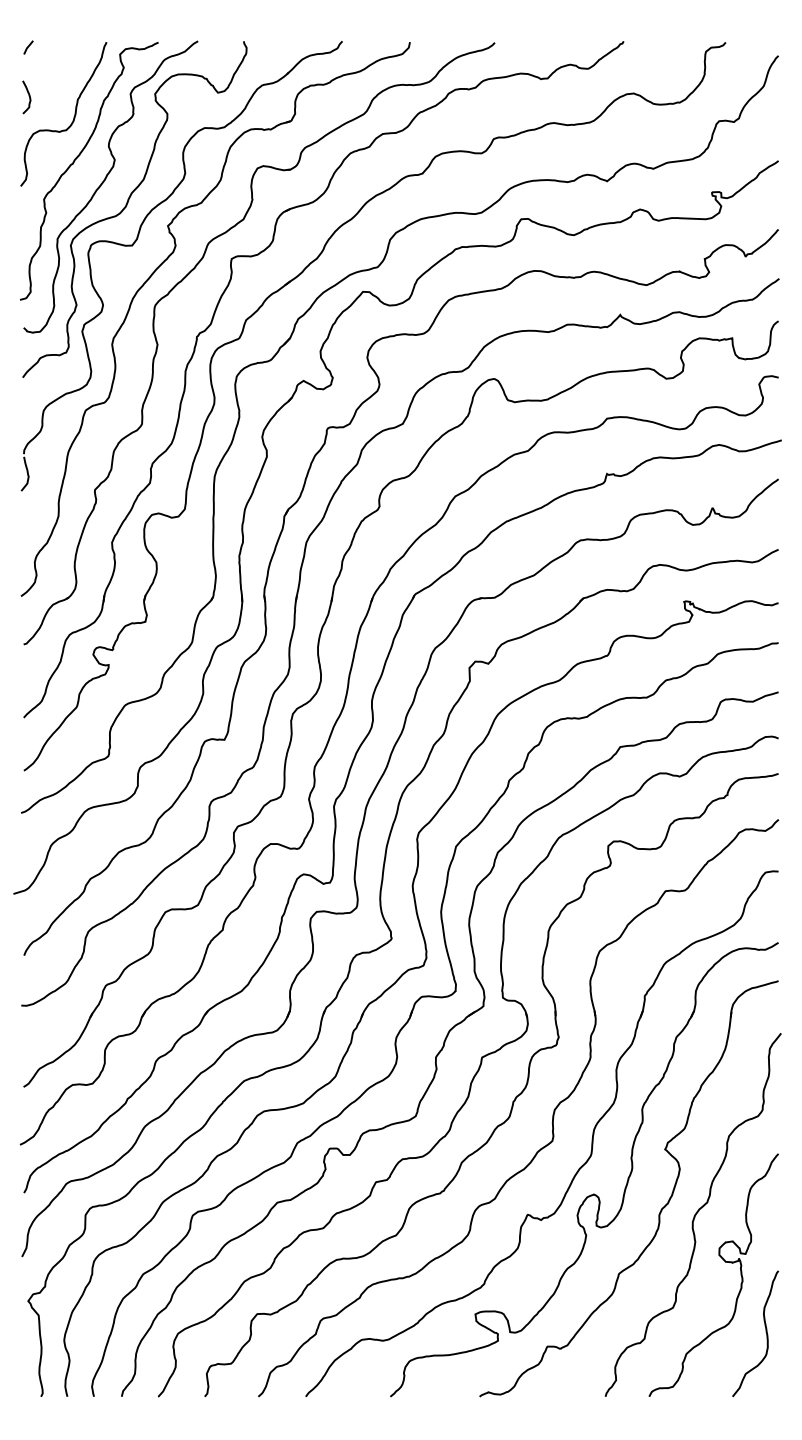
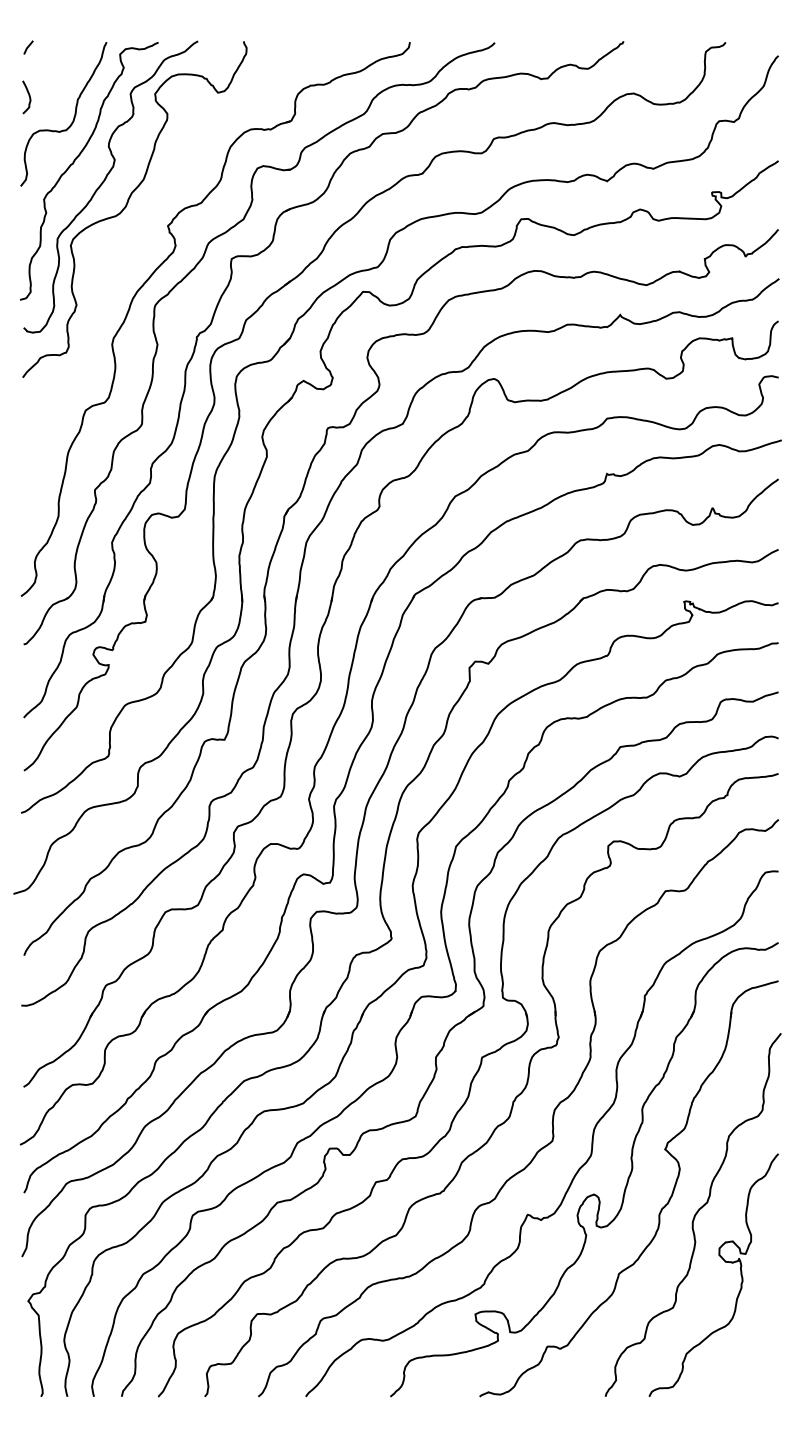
part at (137, 240): present -> none
curve at (765, 1332): present -> none
